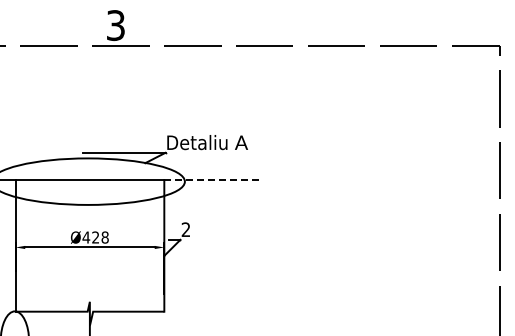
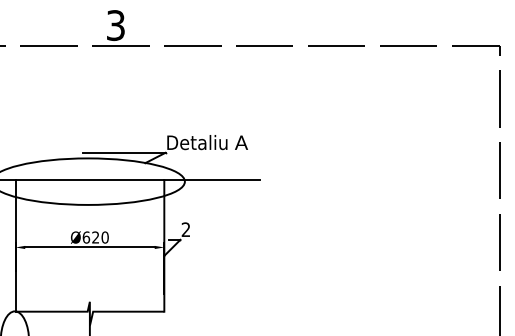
line at (212, 180): dashed -> solid
text at (95, 237): Ø428 -> Ø620
